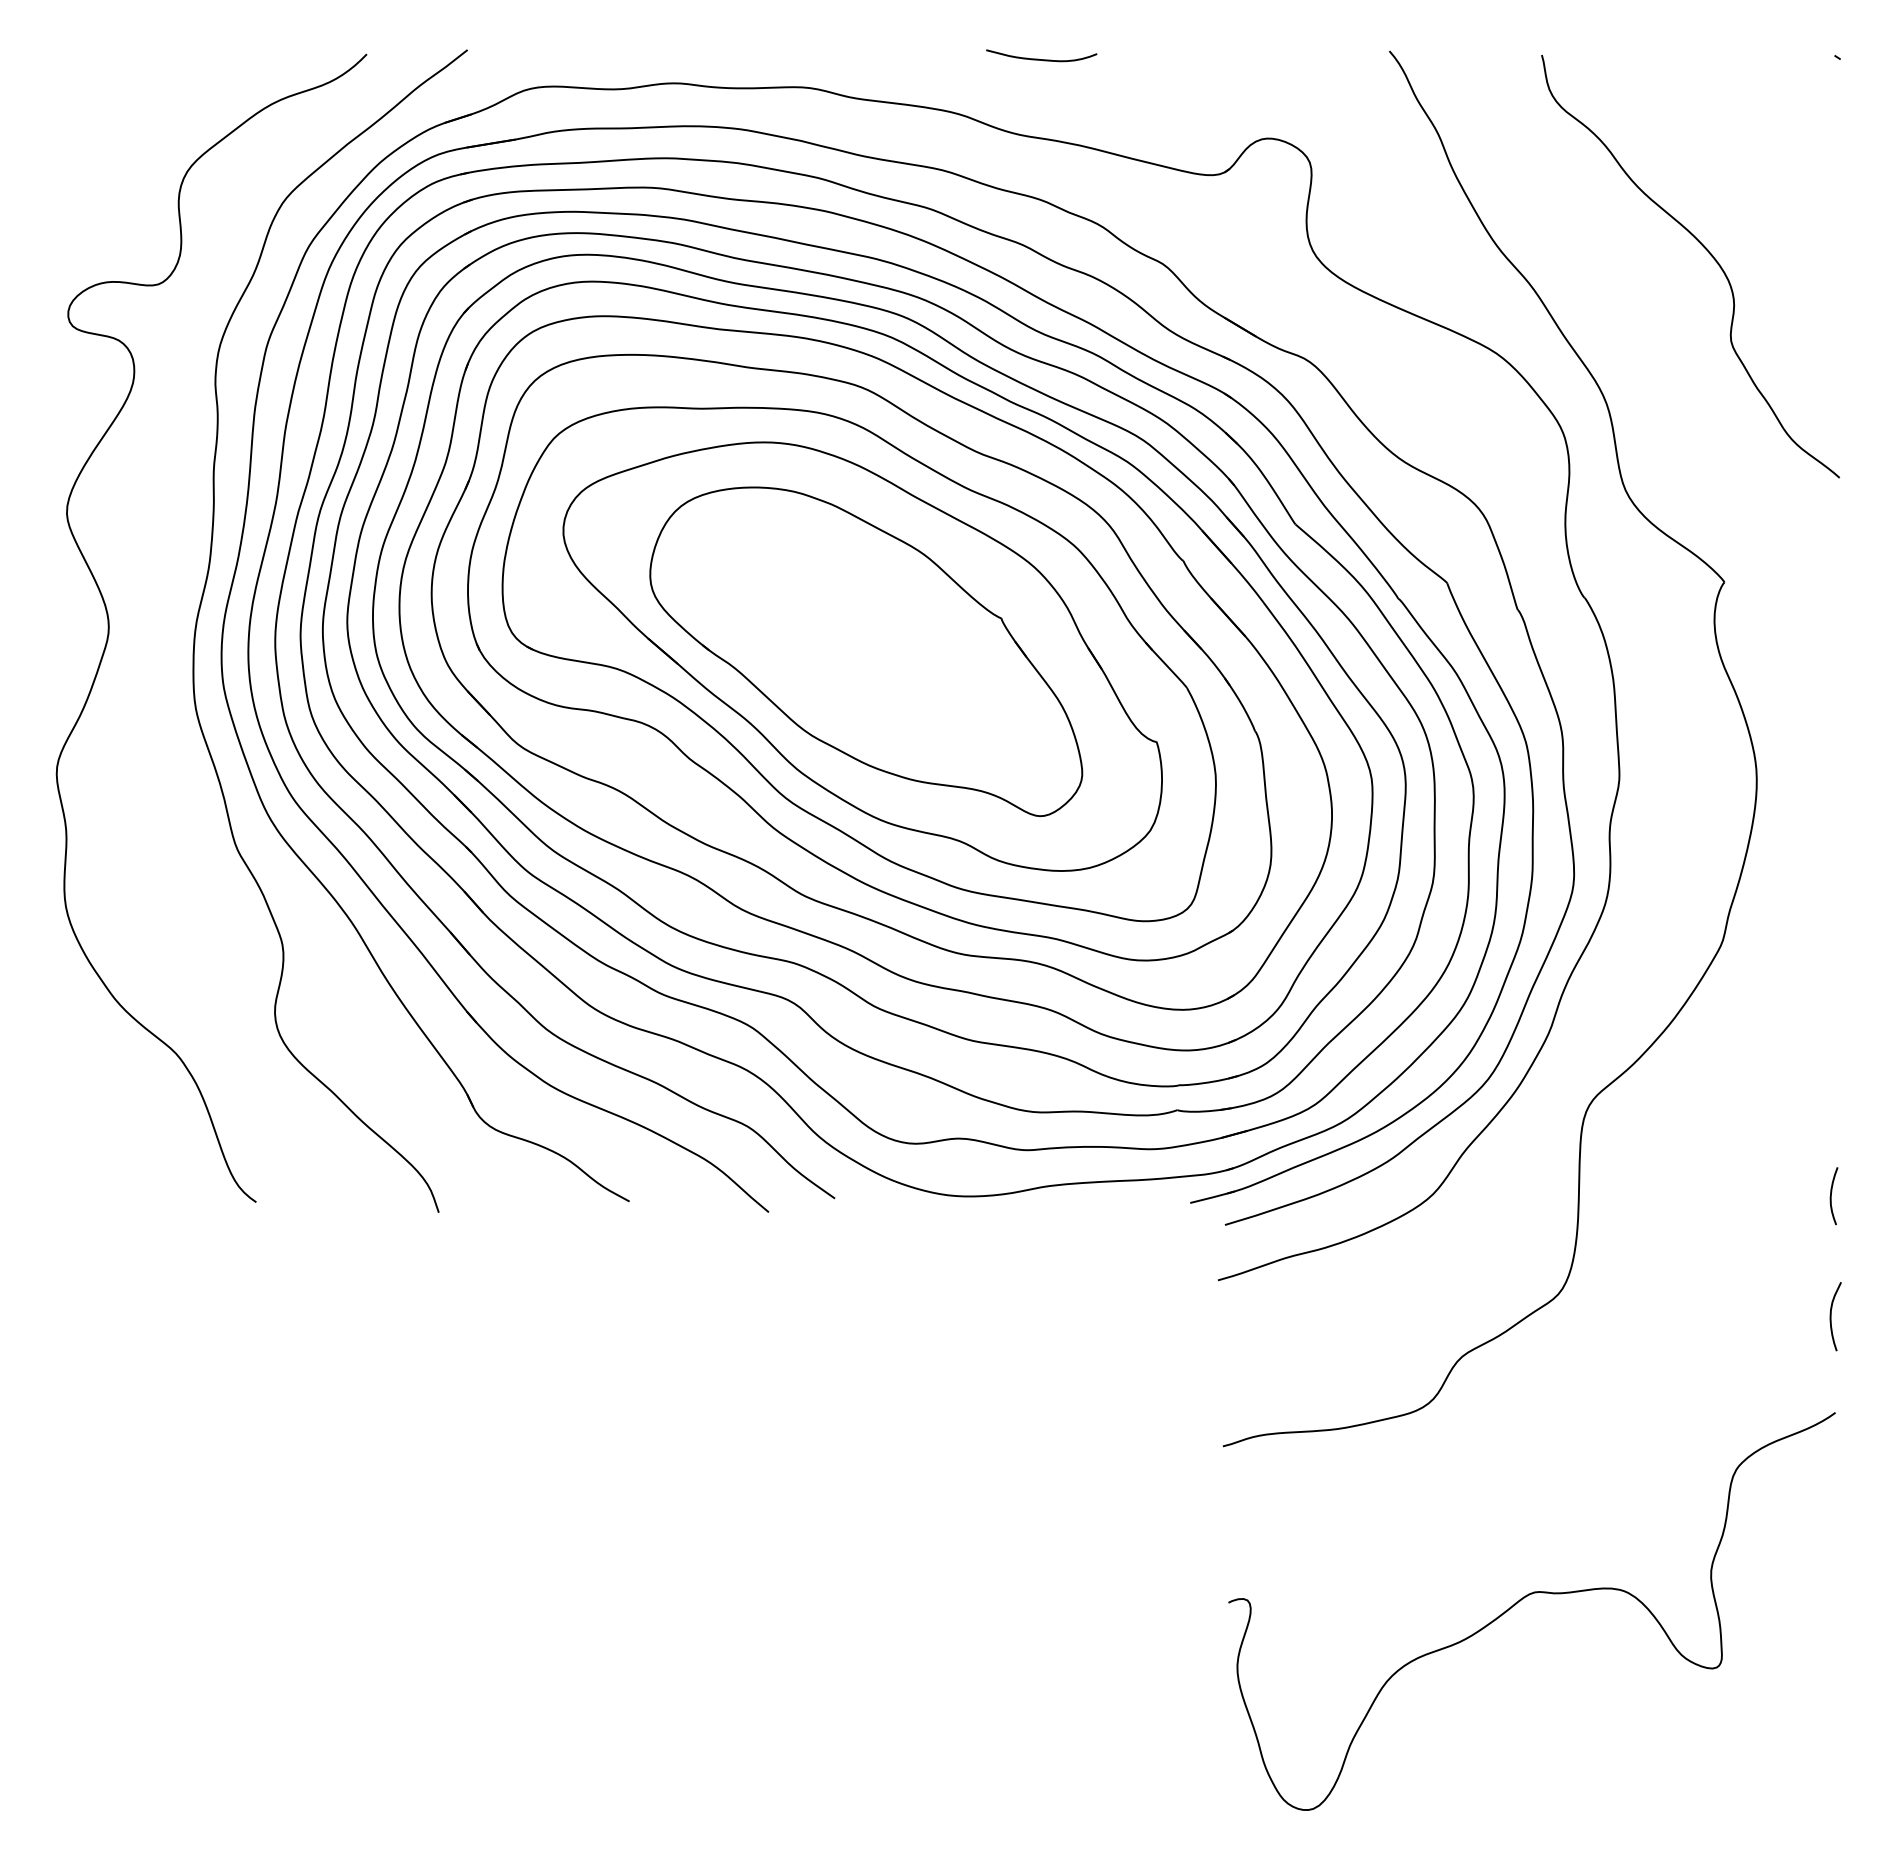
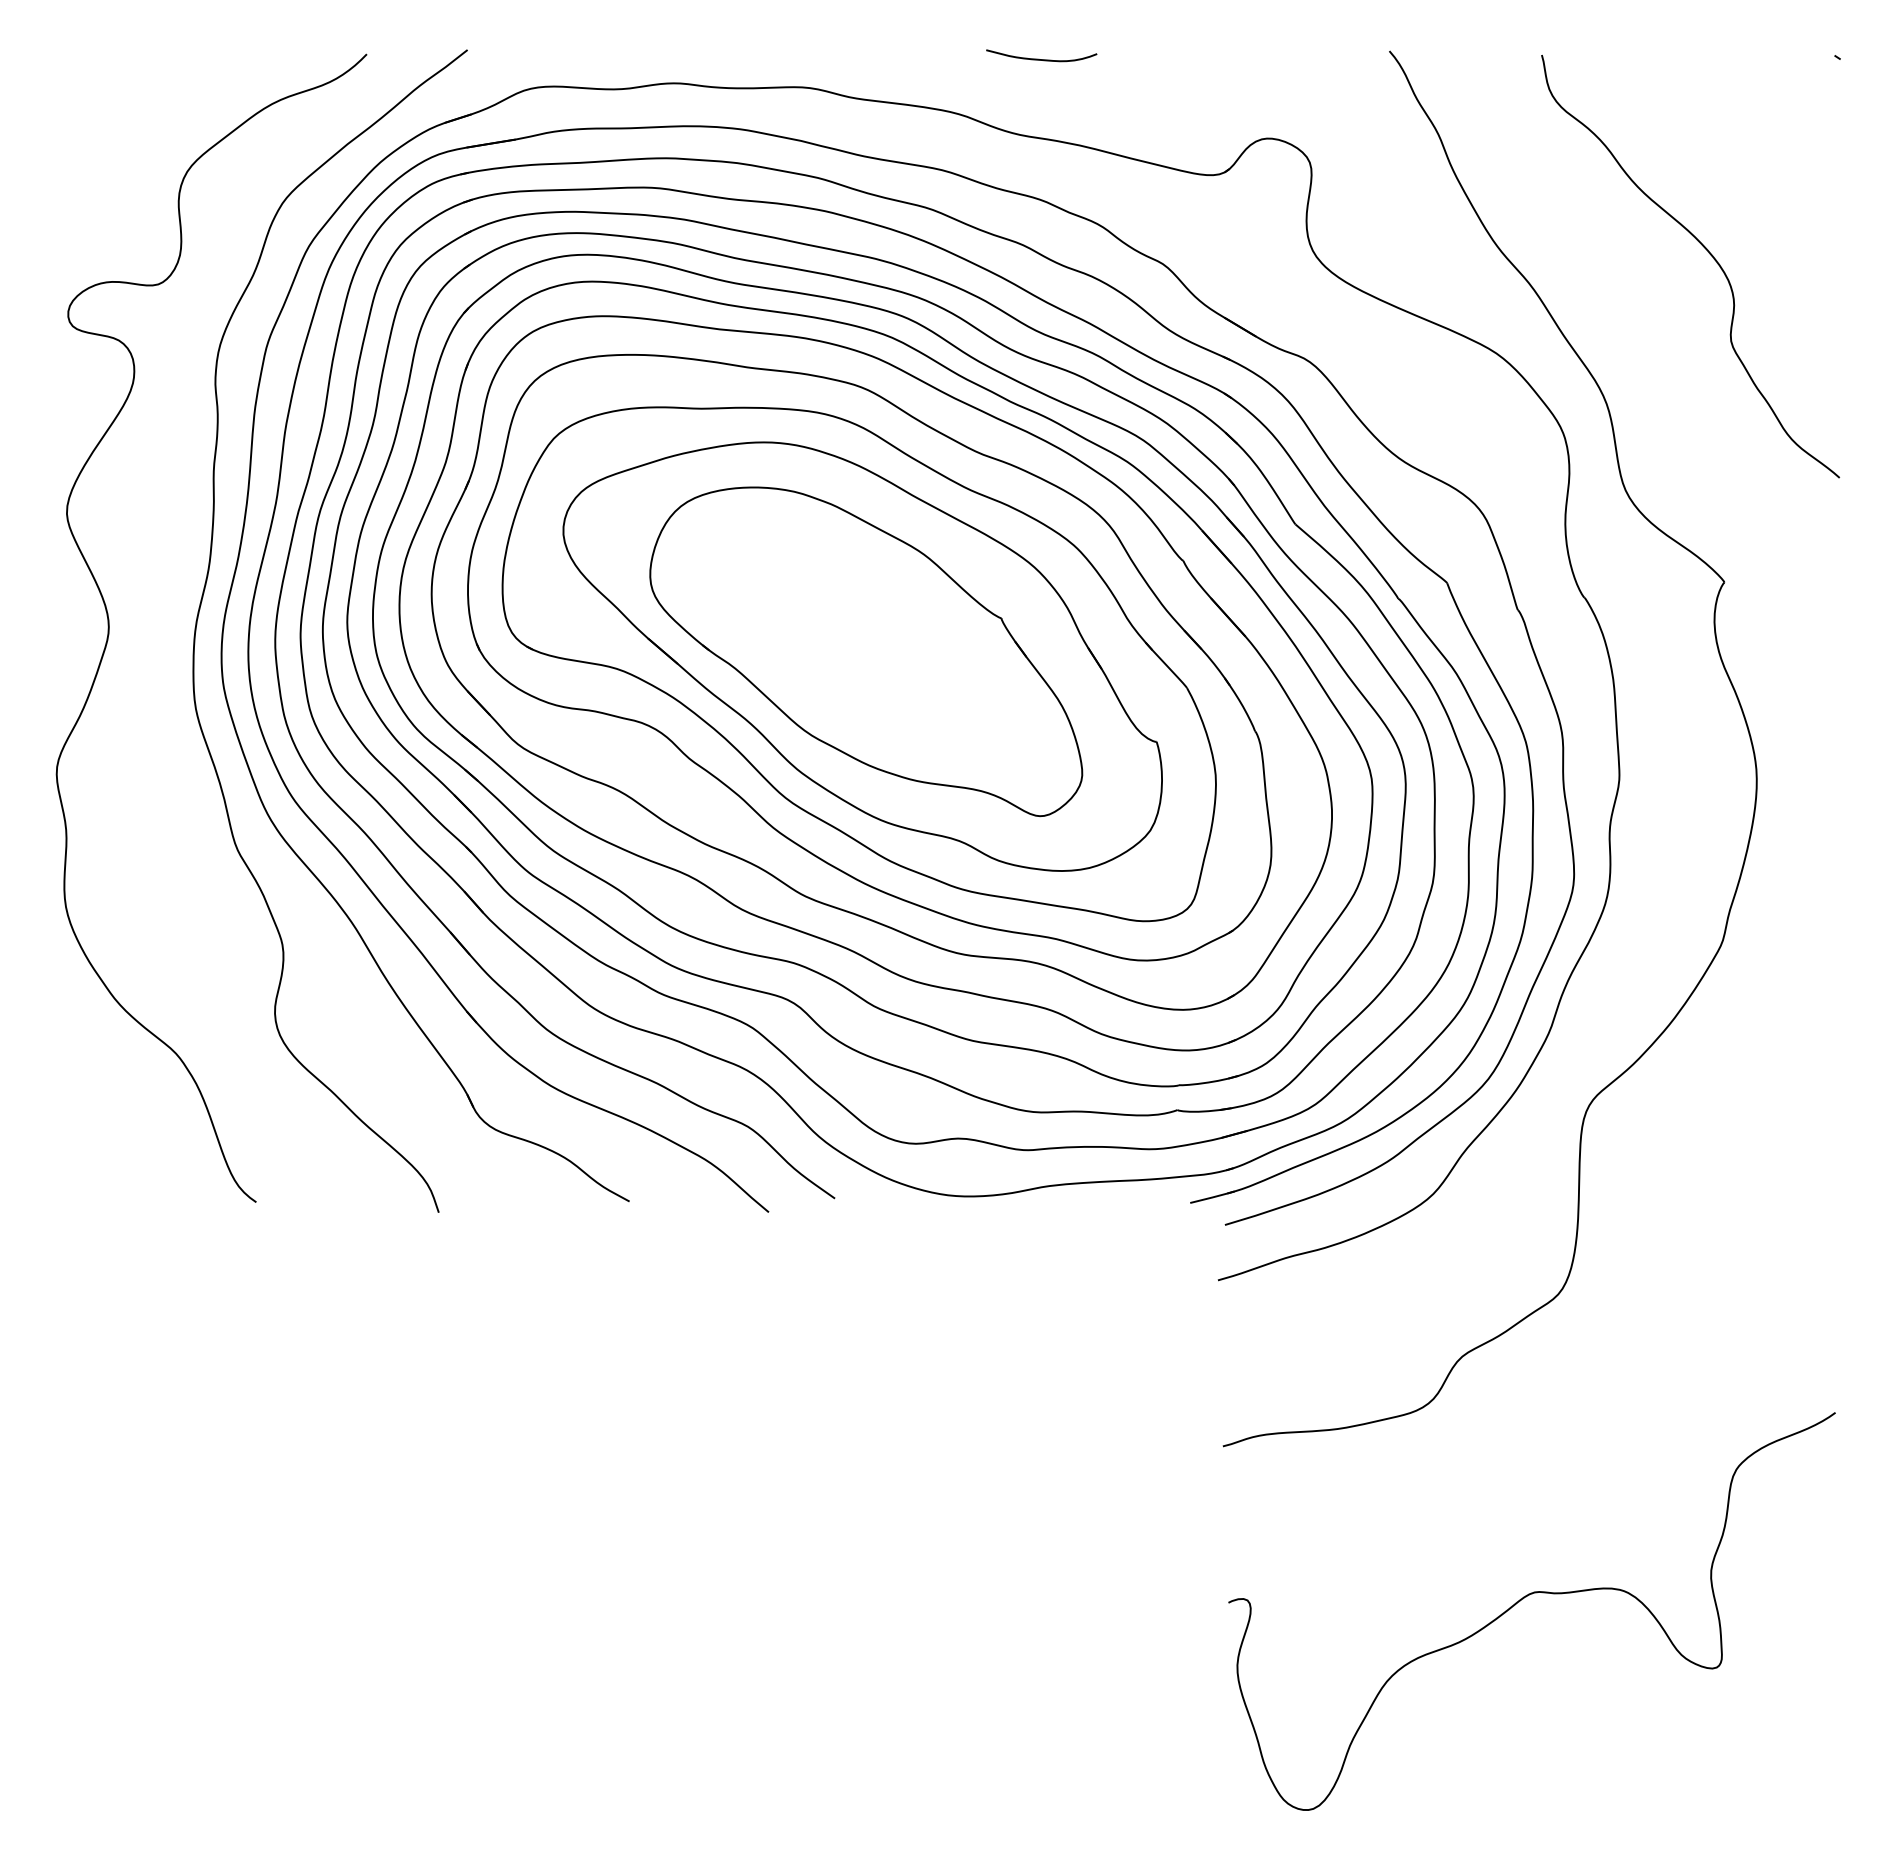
curve at (1831, 1196): present -> none
curve at (1831, 1316): present -> none
